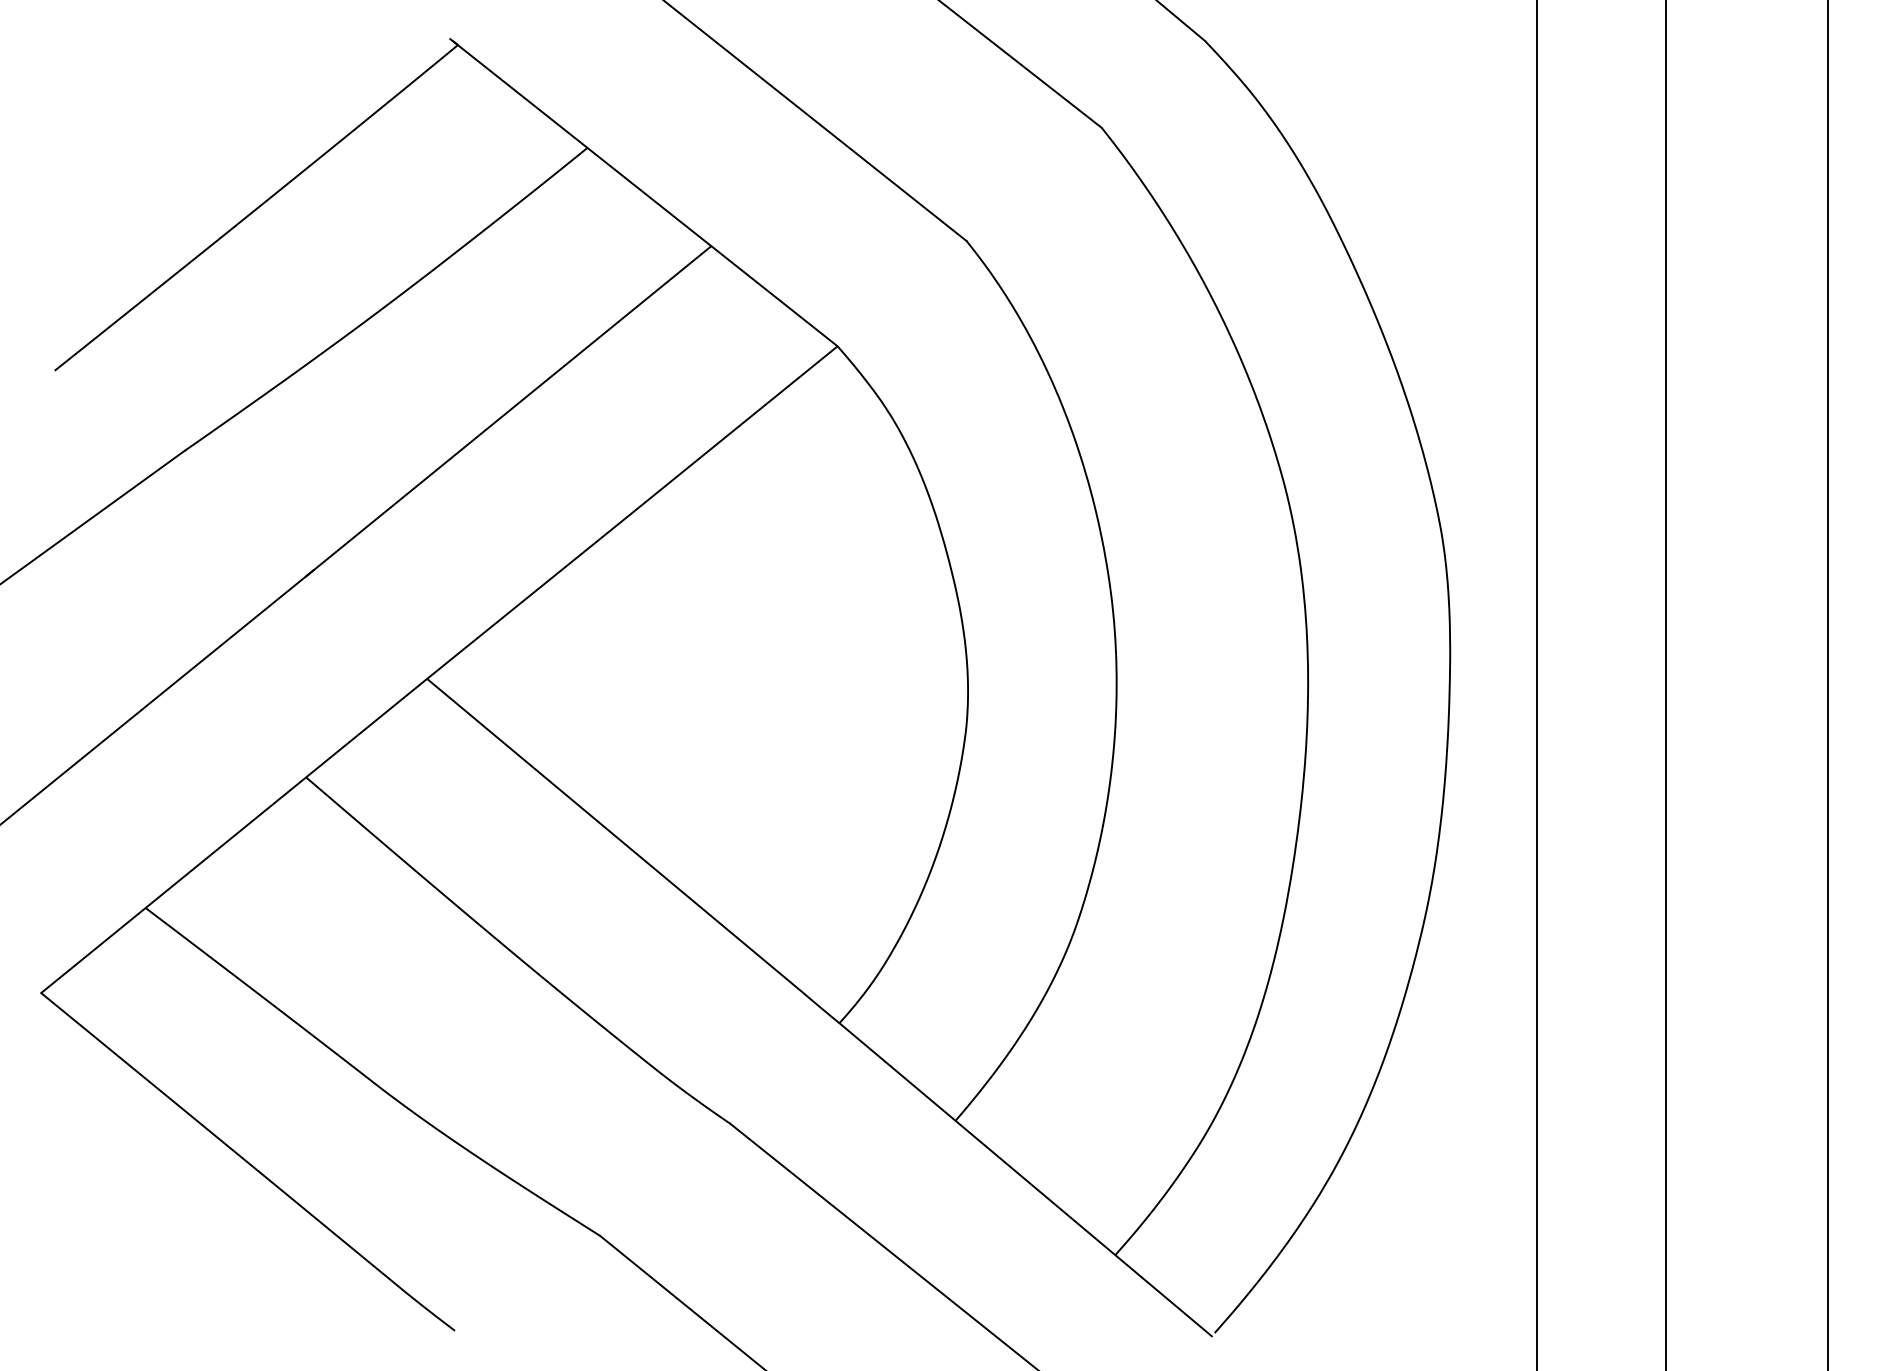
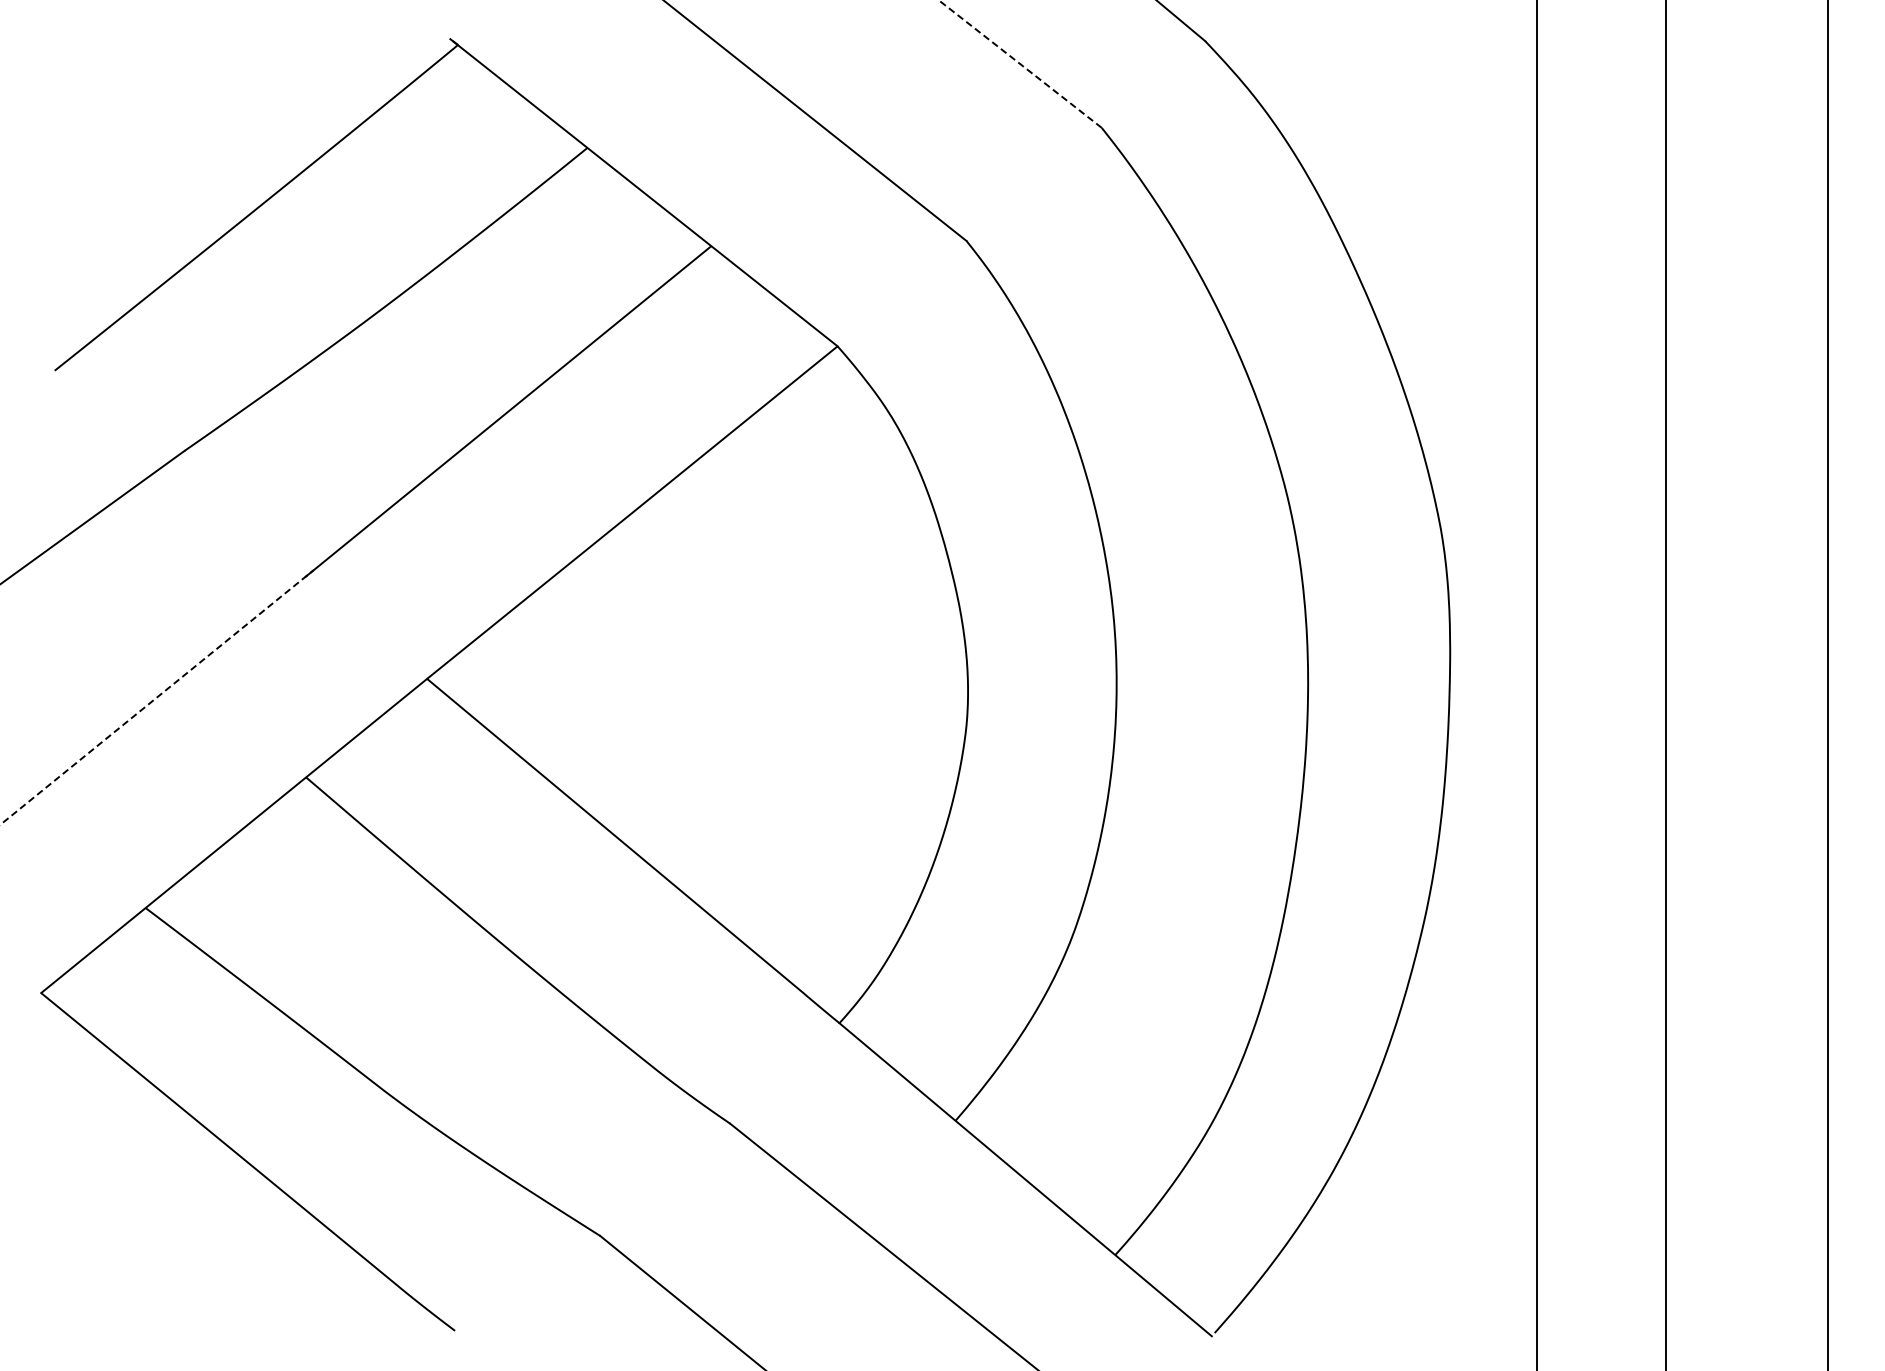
line at (1019, 63): solid -> dashed
line at (157, 697): solid -> dashed
